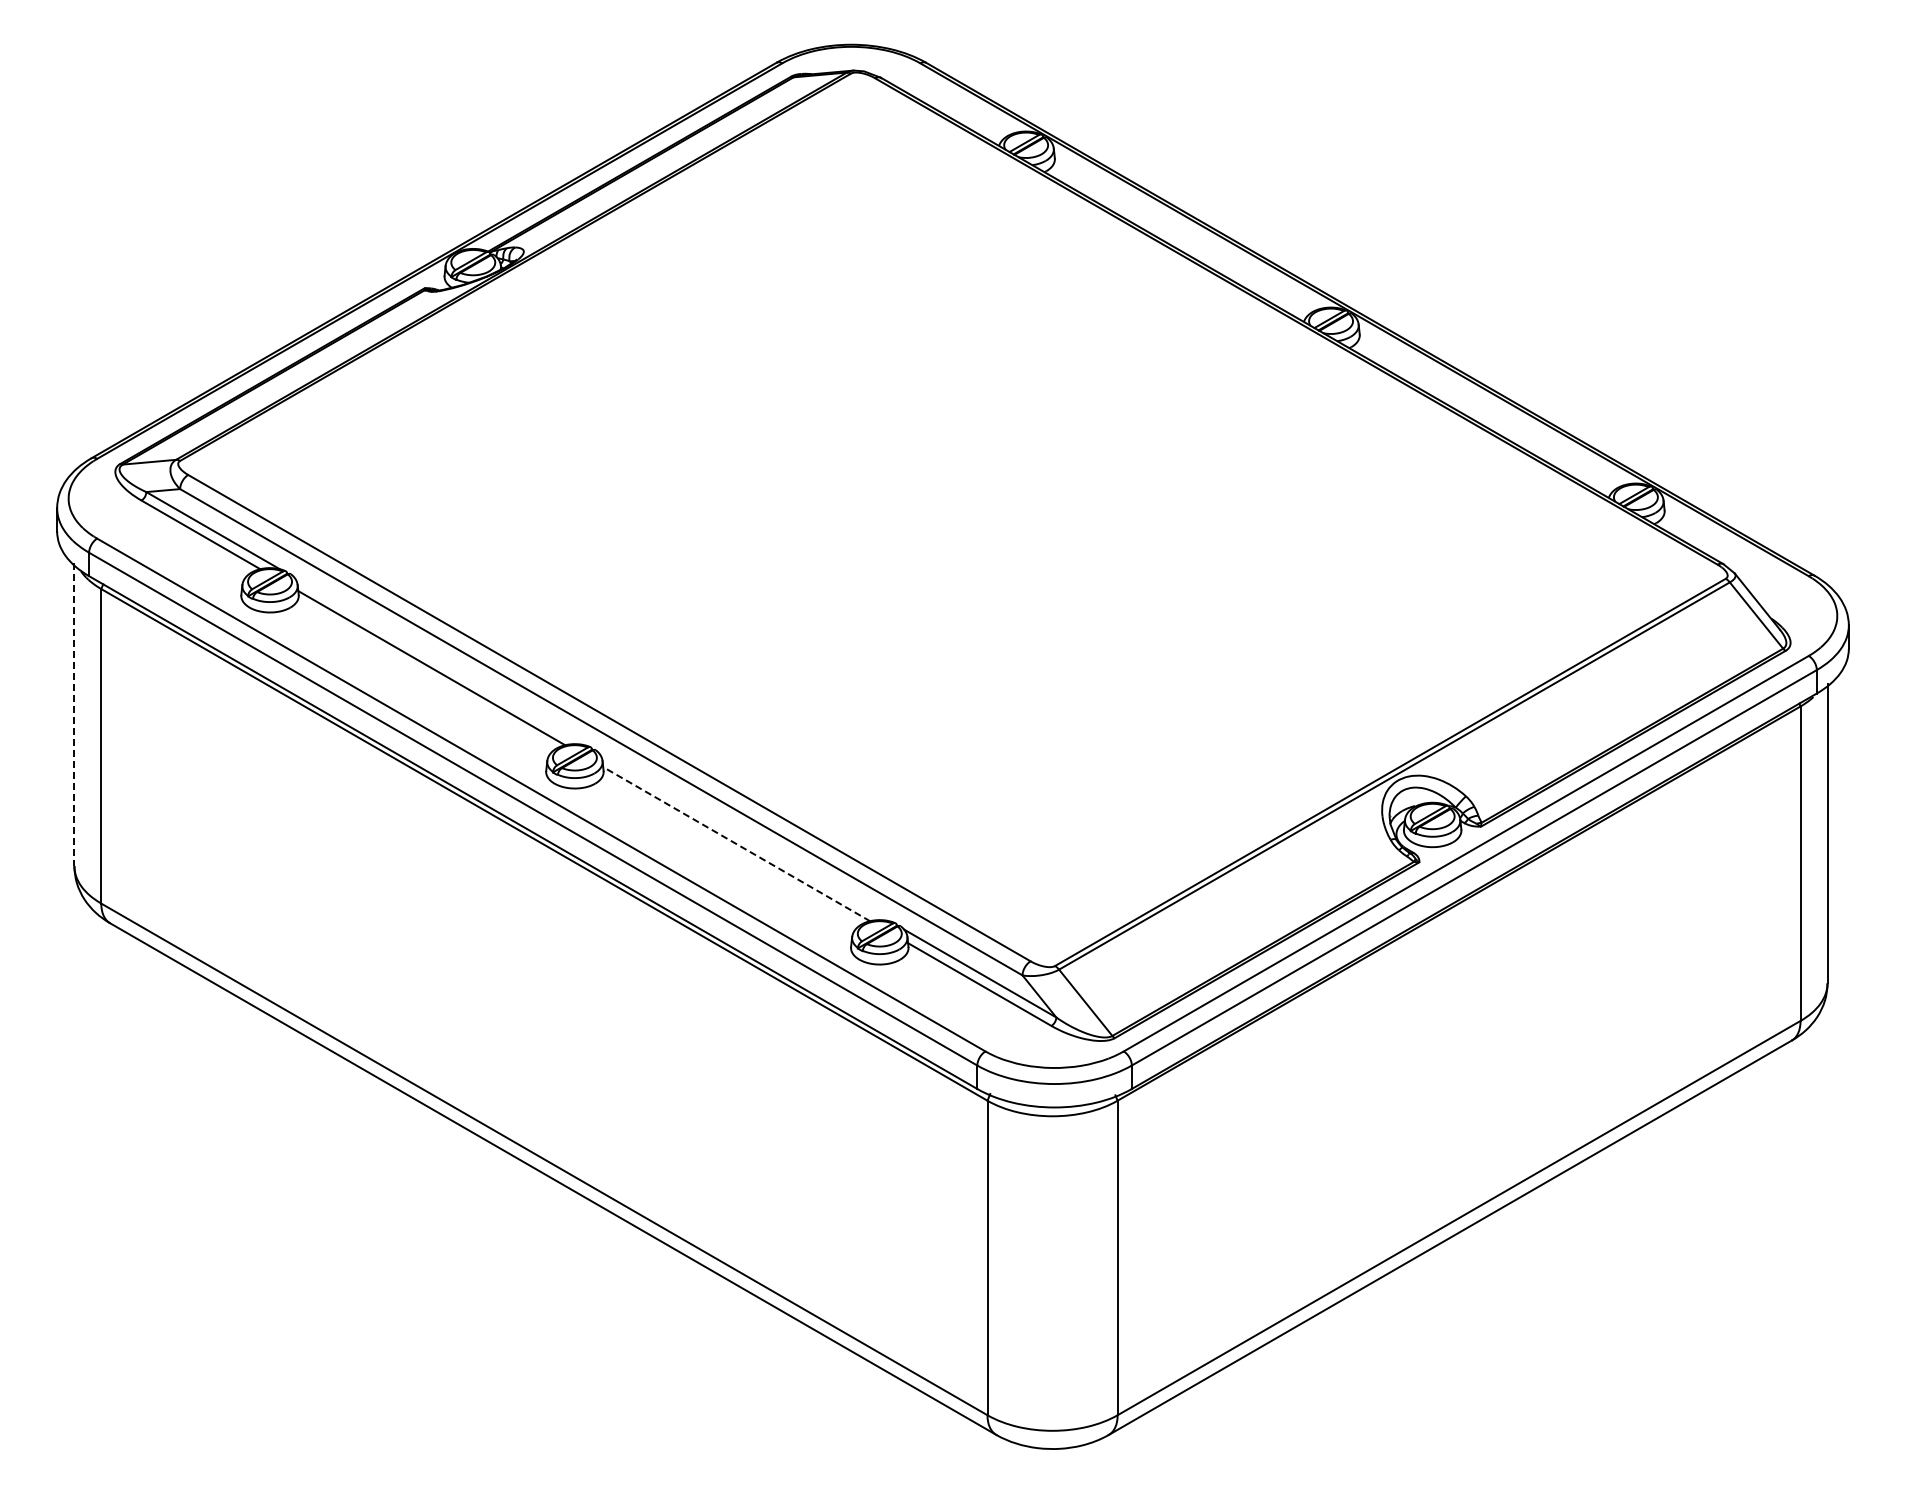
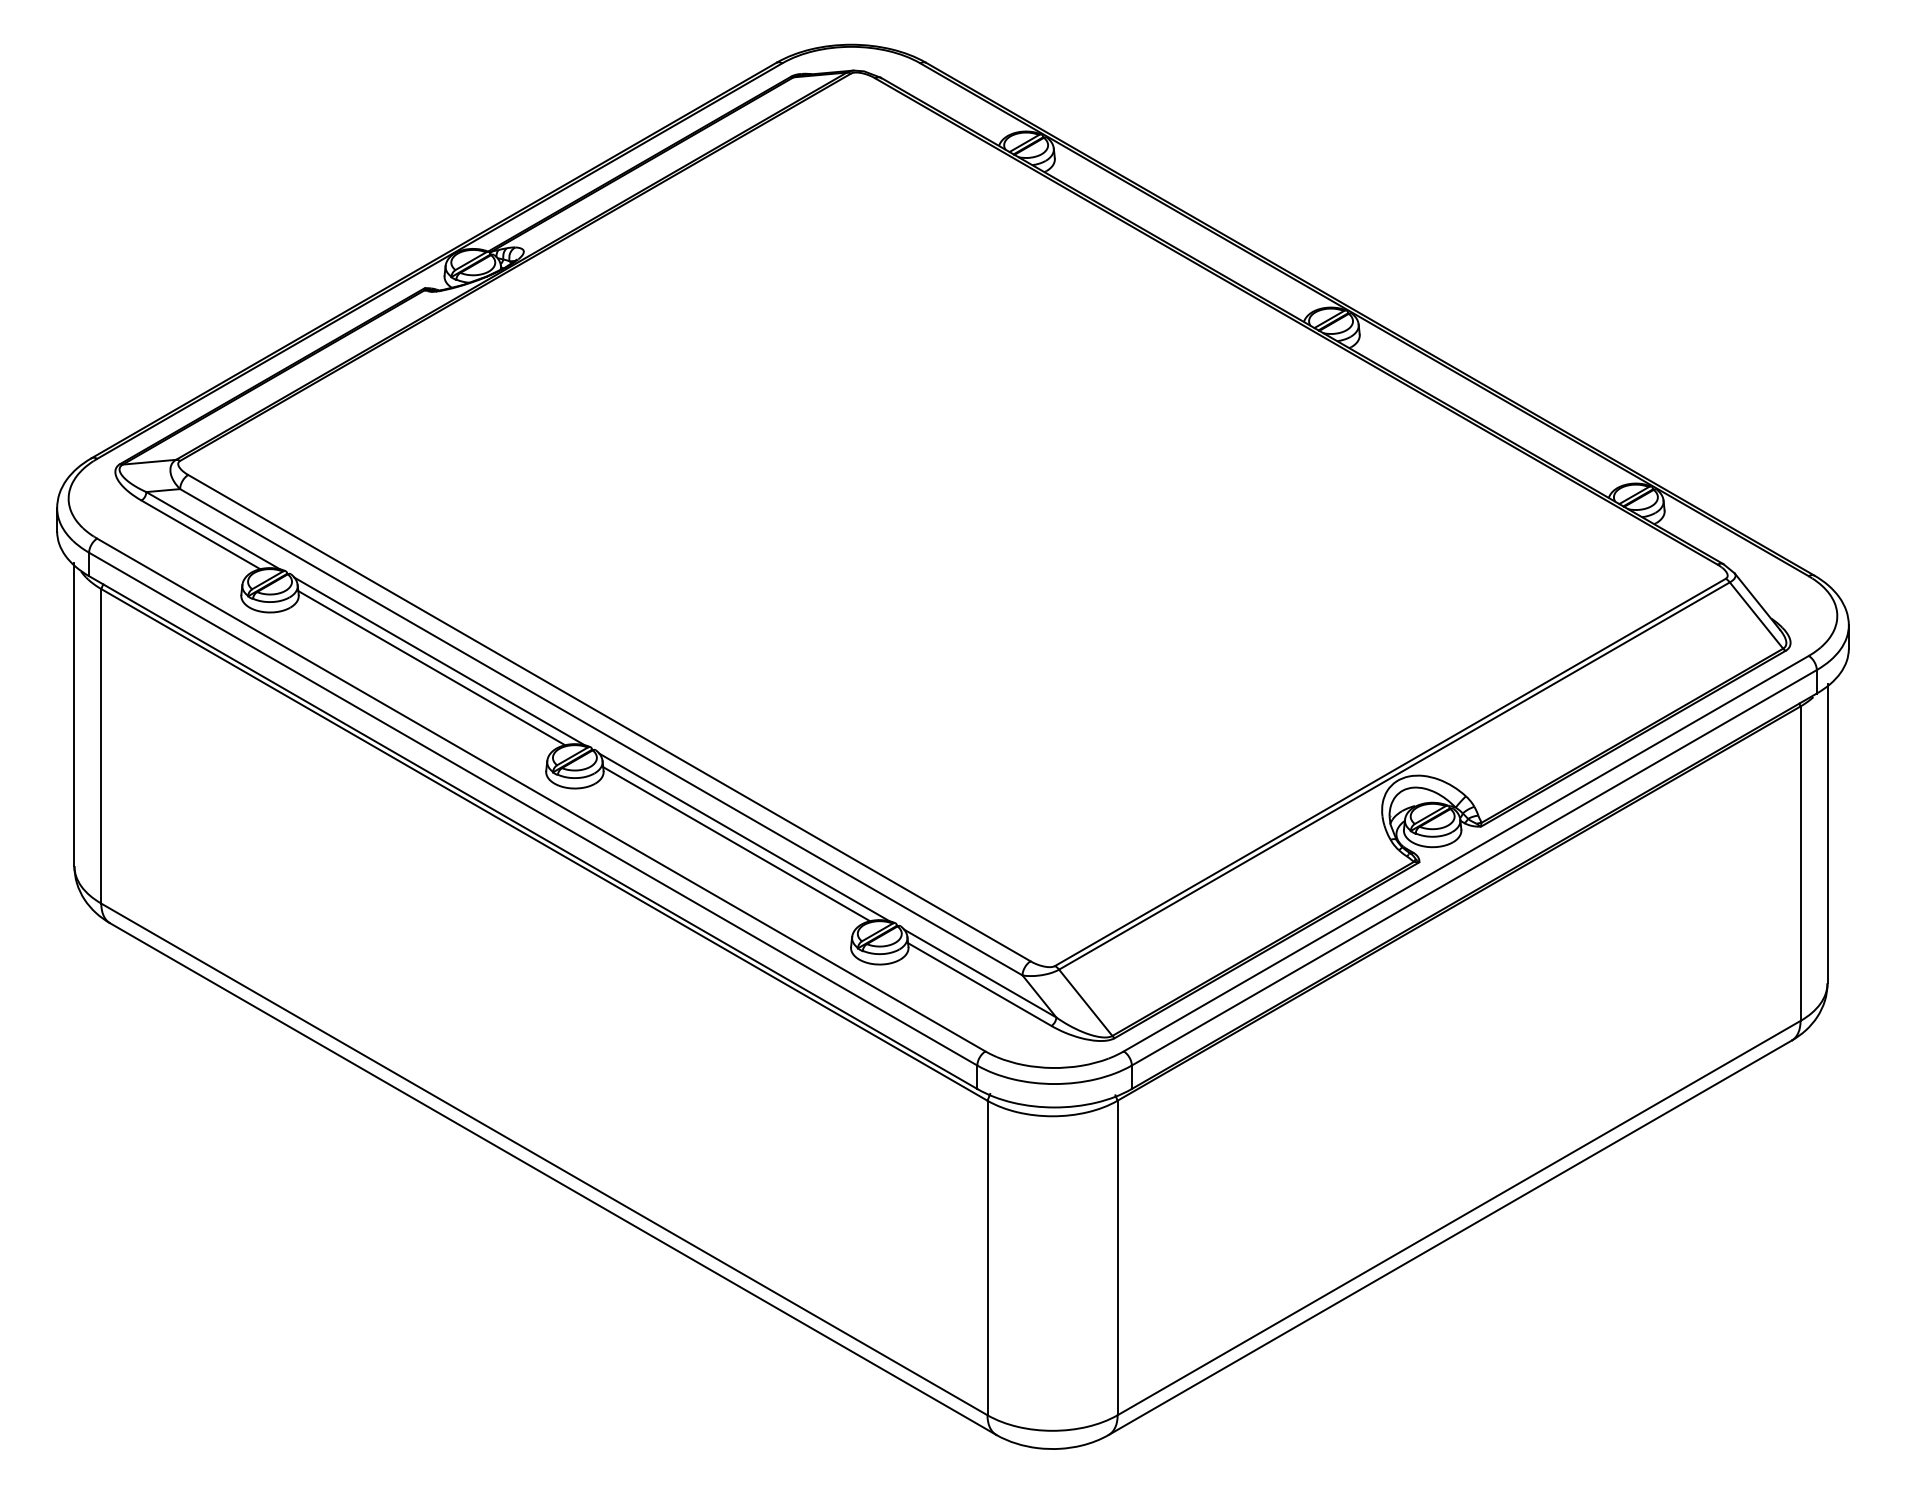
line at (439, 661): none -> present
line at (74, 715): dashed -> solid
line at (744, 837): none -> present
line at (736, 843): dashed -> solid
